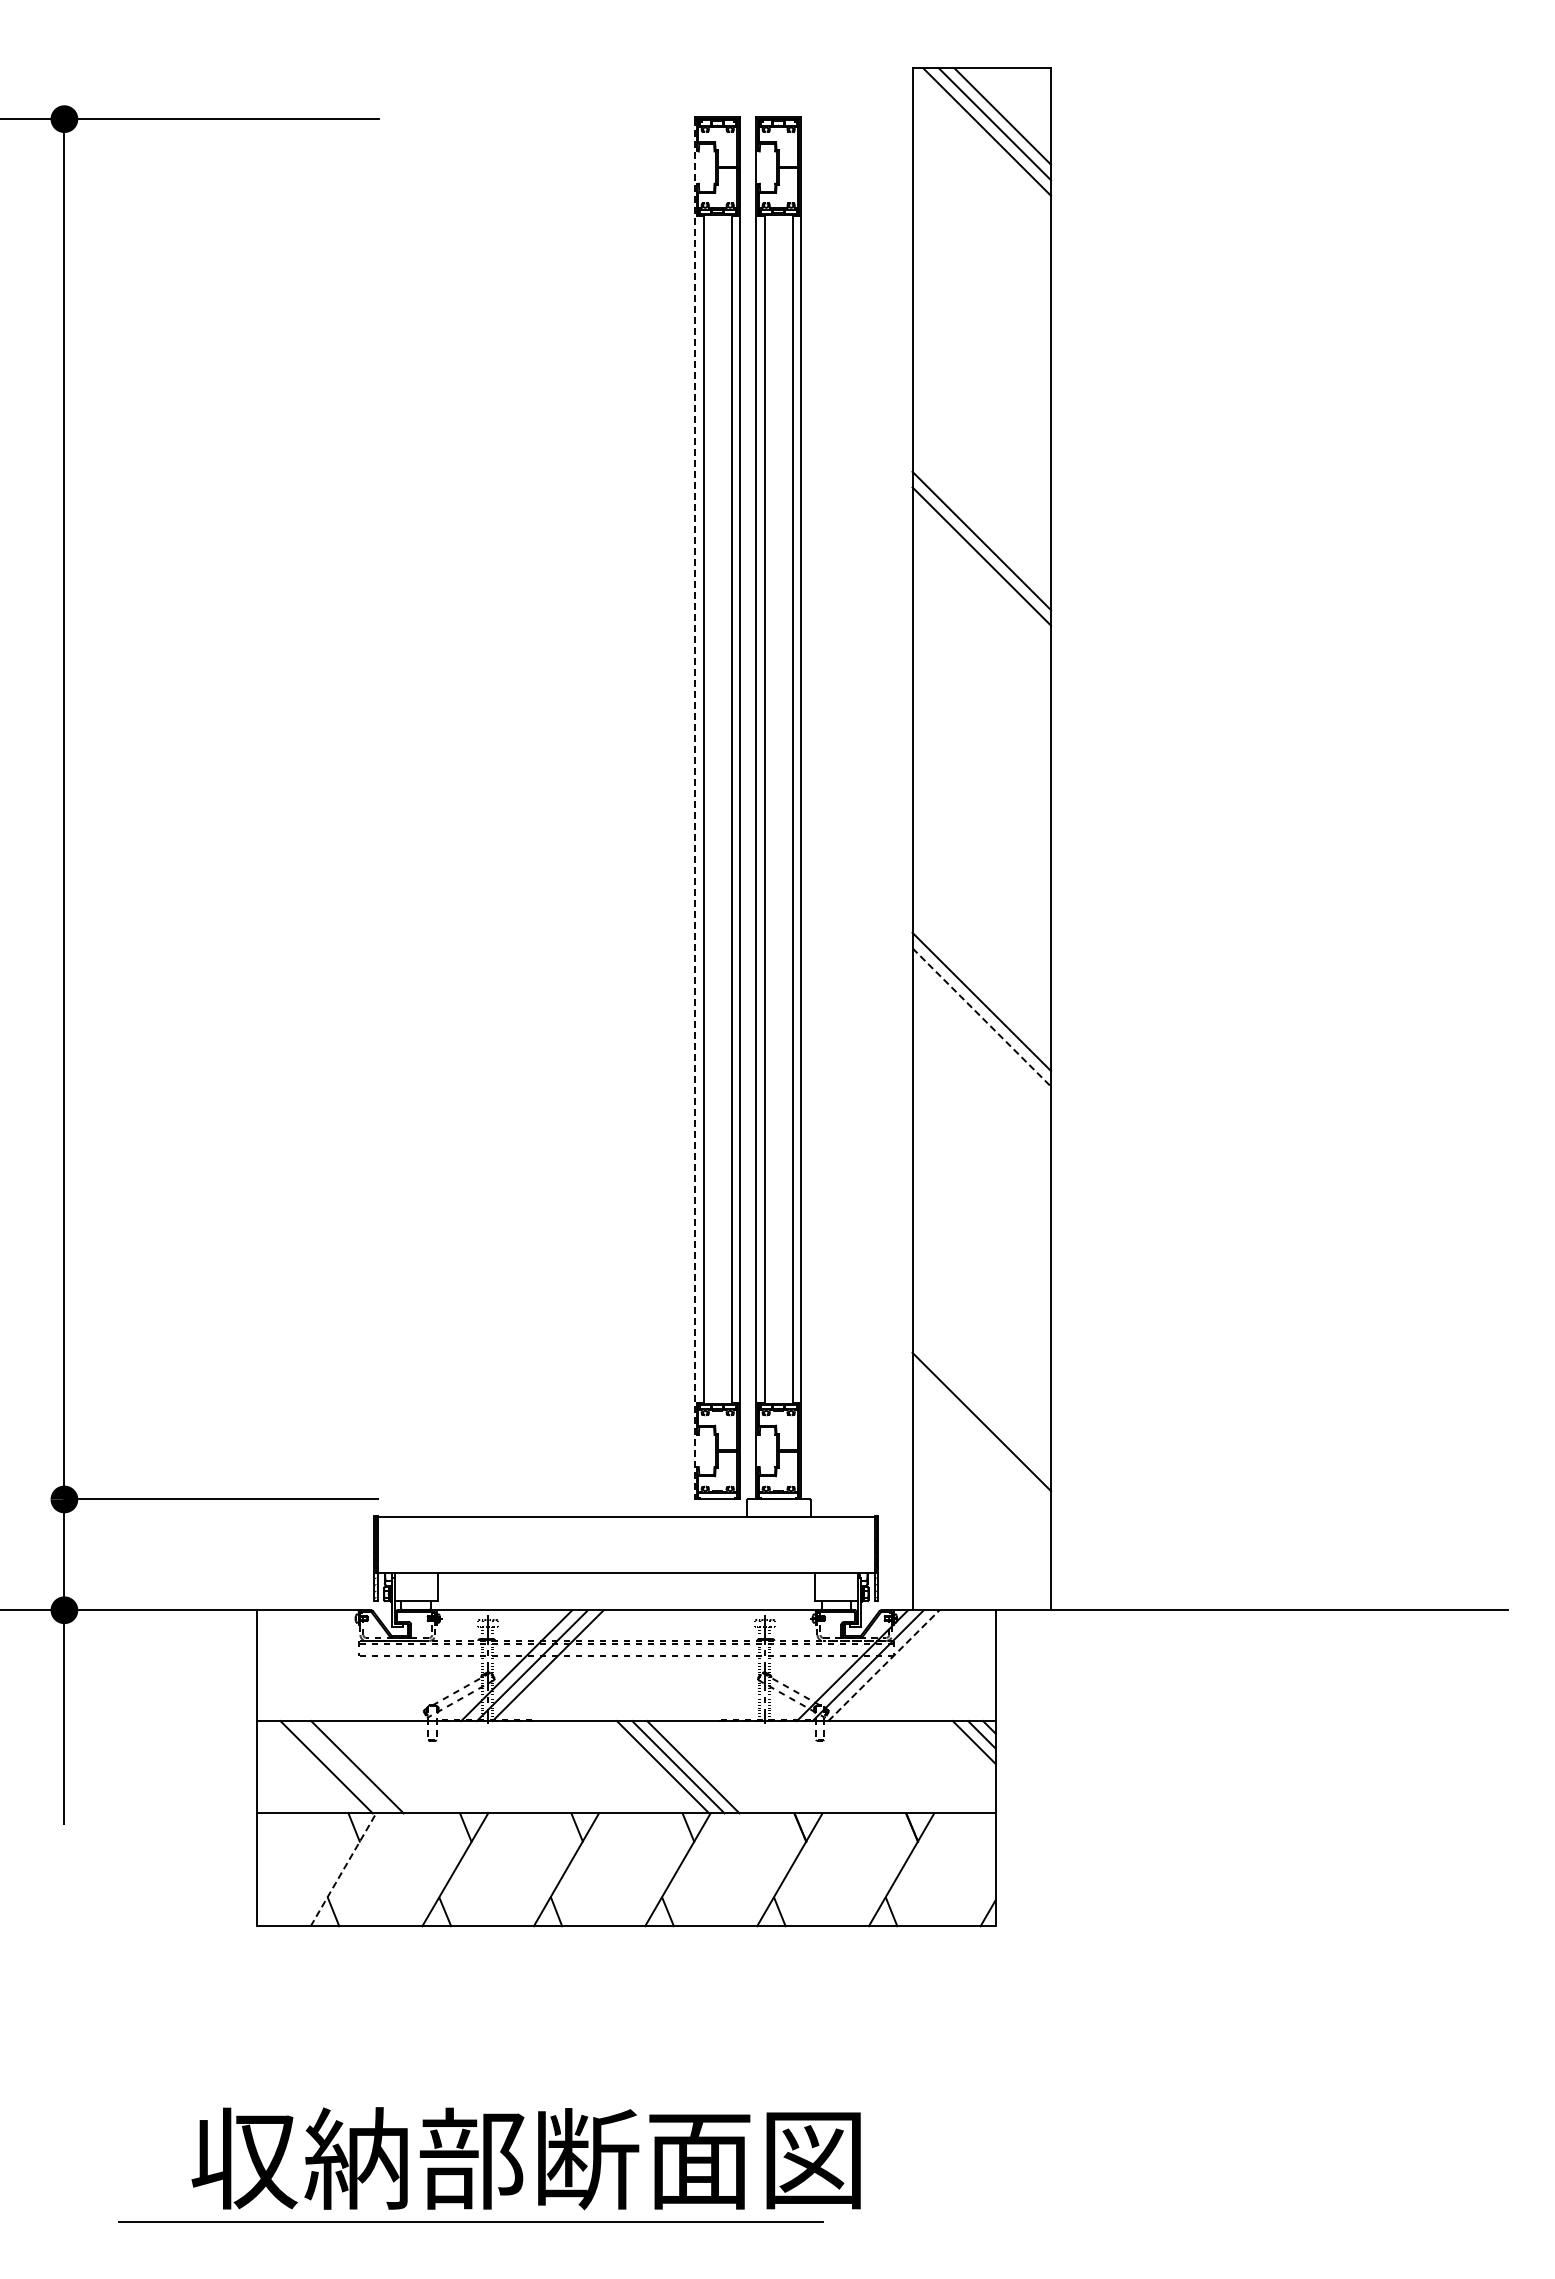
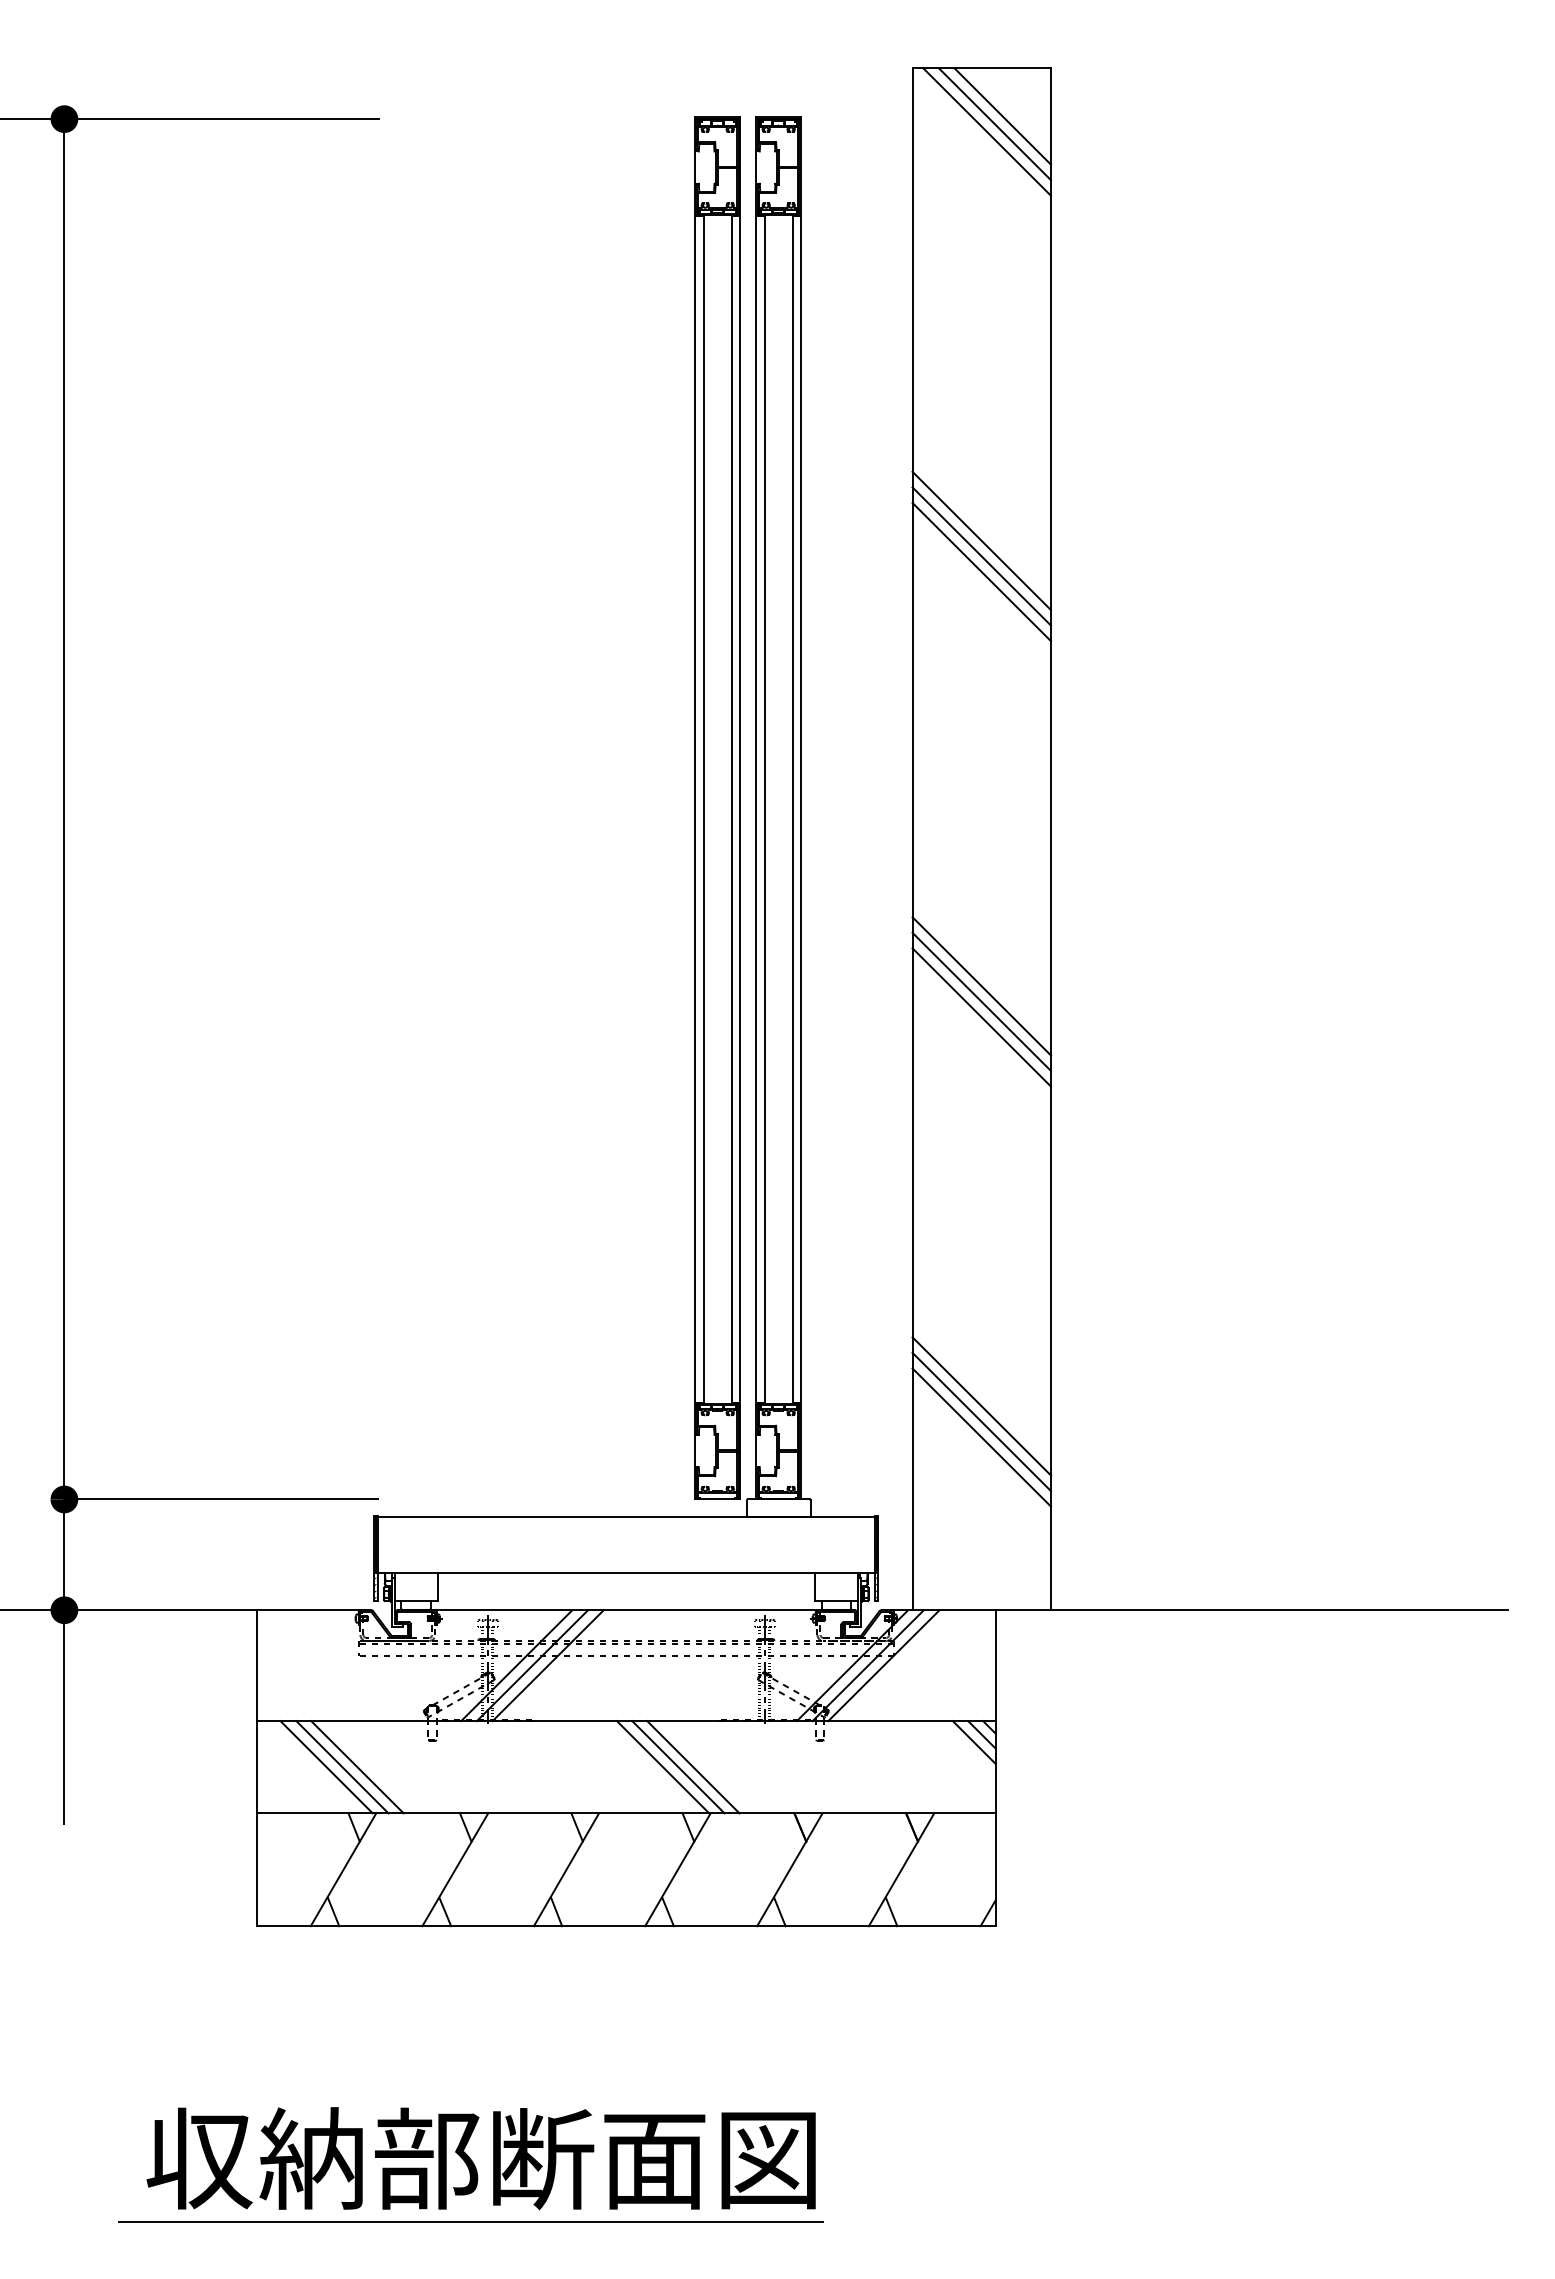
line at (981, 571): none -> present
line at (695, 809): dashed -> solid
line at (981, 986): none -> present
line at (981, 1017): dashed -> solid
line at (981, 1406): none -> present
line at (981, 1437): none -> present
line at (884, 1665): dashed -> solid
line at (342, 1767): none -> present
line at (343, 1869): dashed -> solid
text at (525, 2158) position: (525, 2158) -> (480, 2158)
